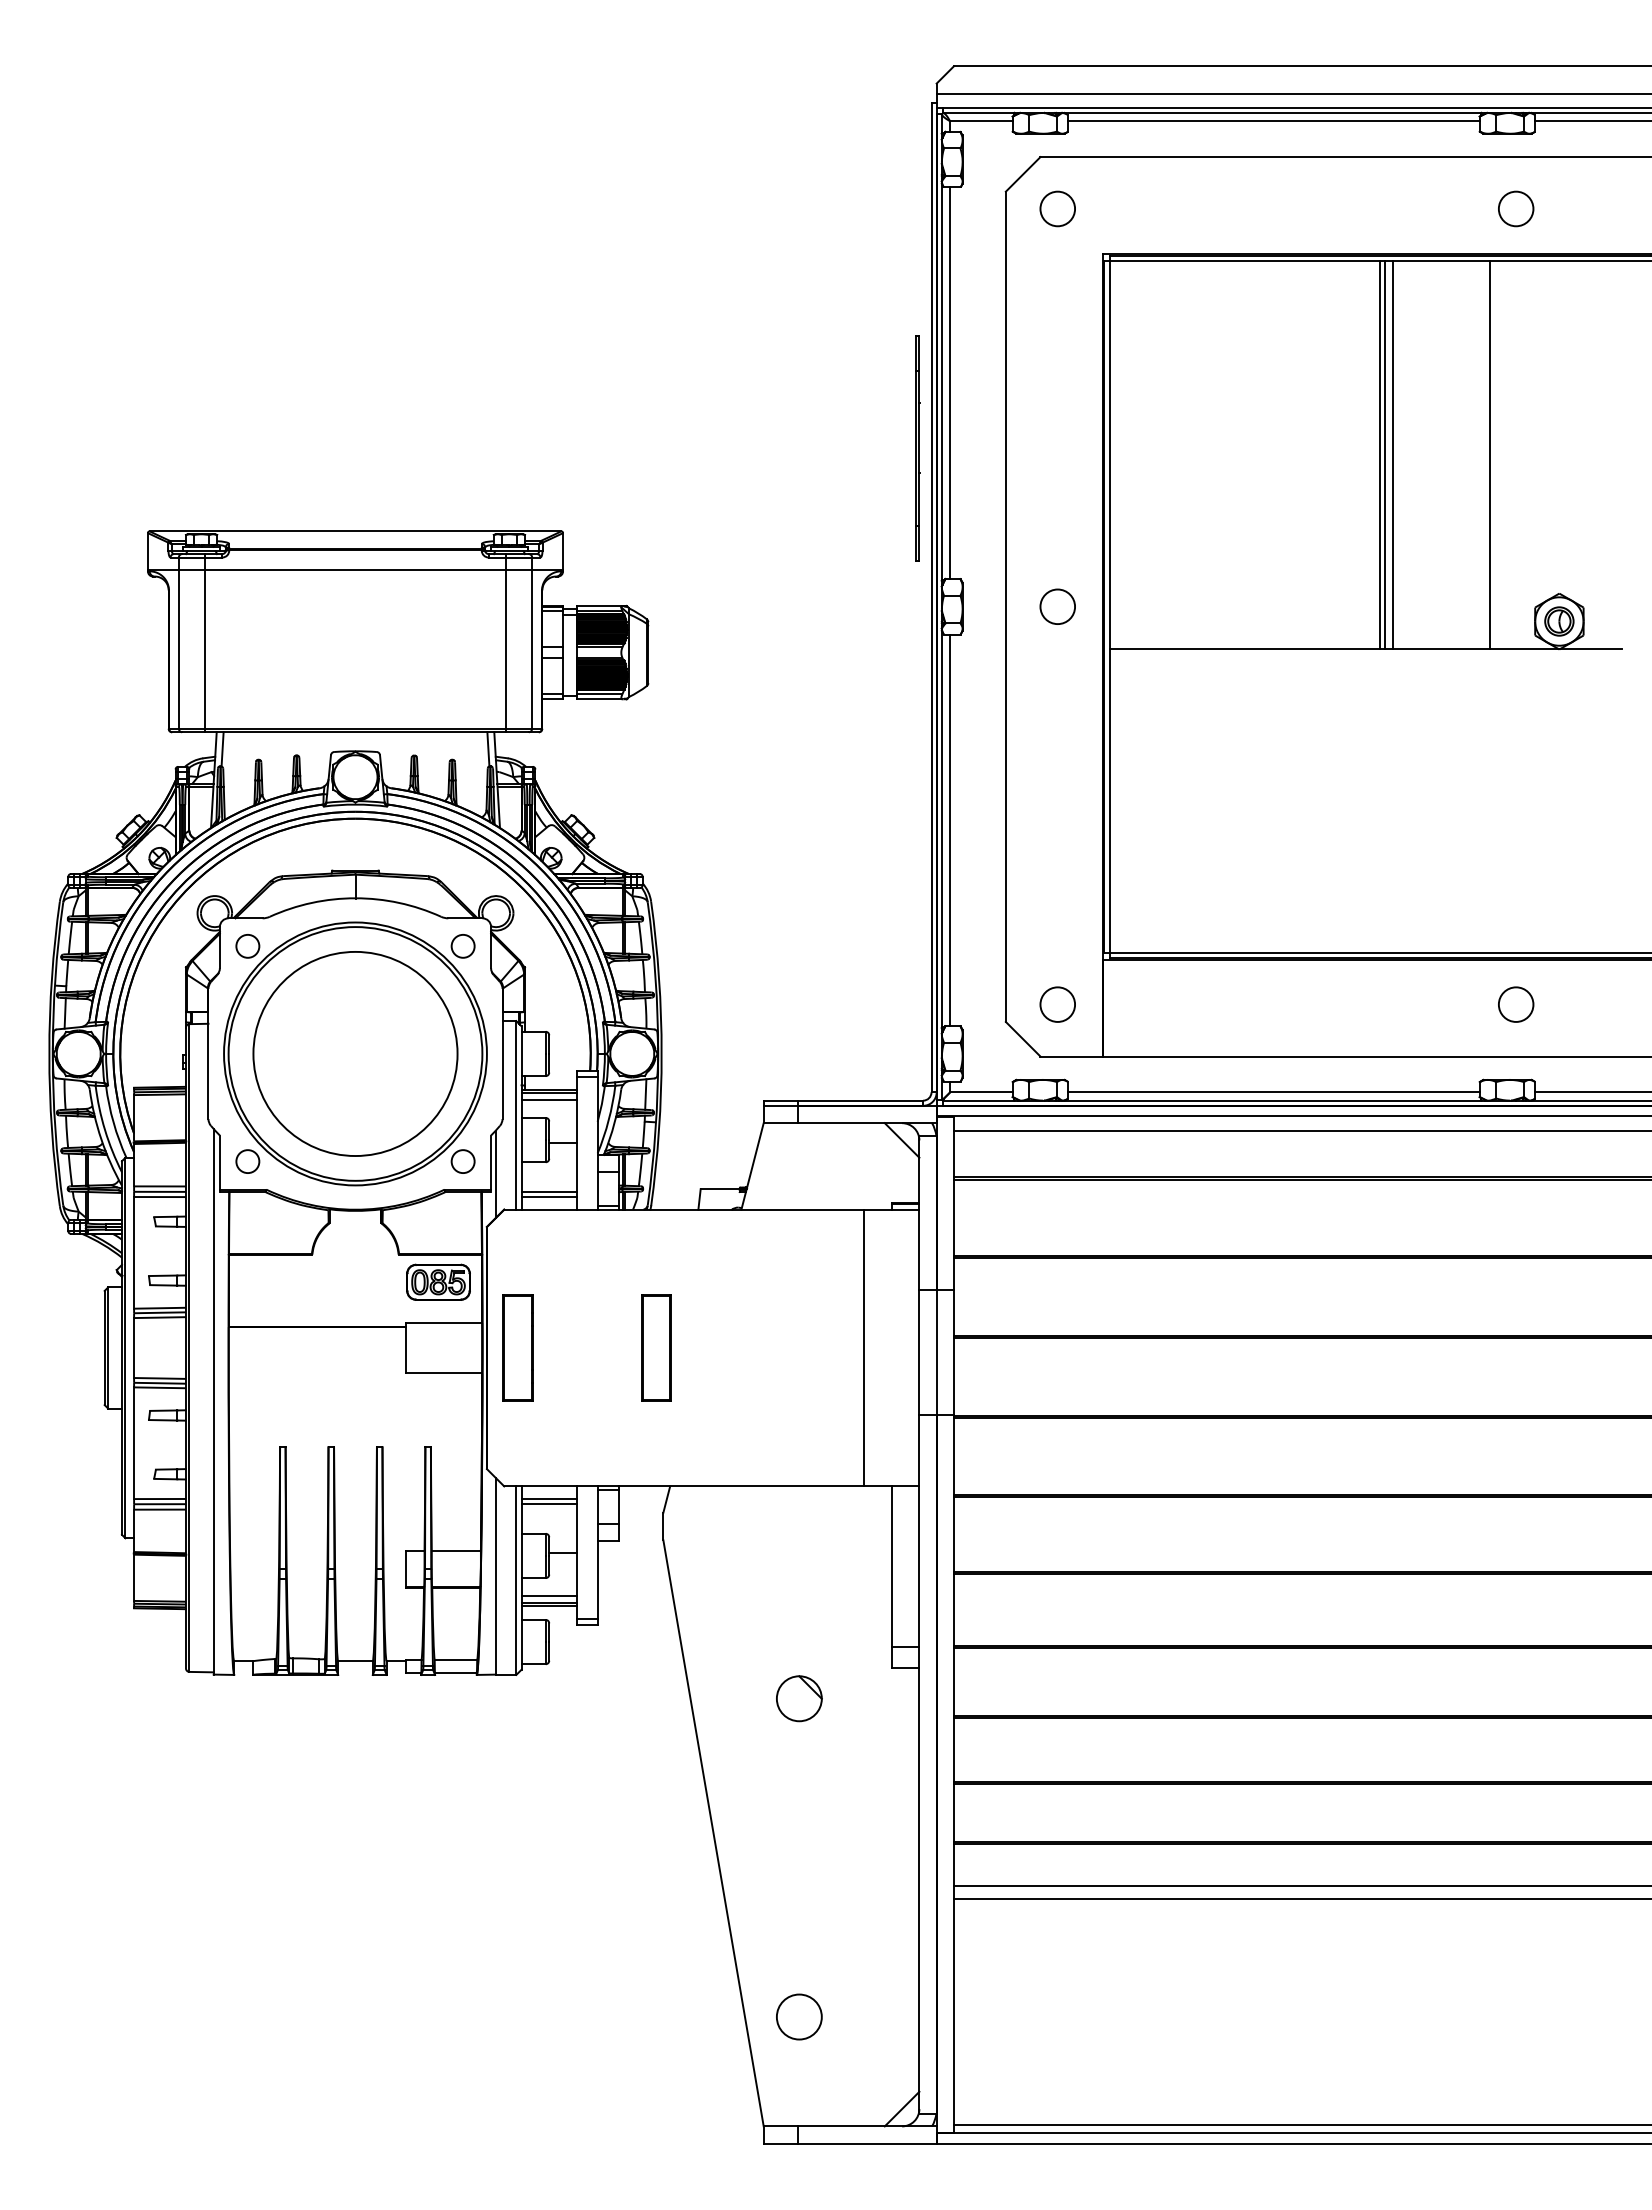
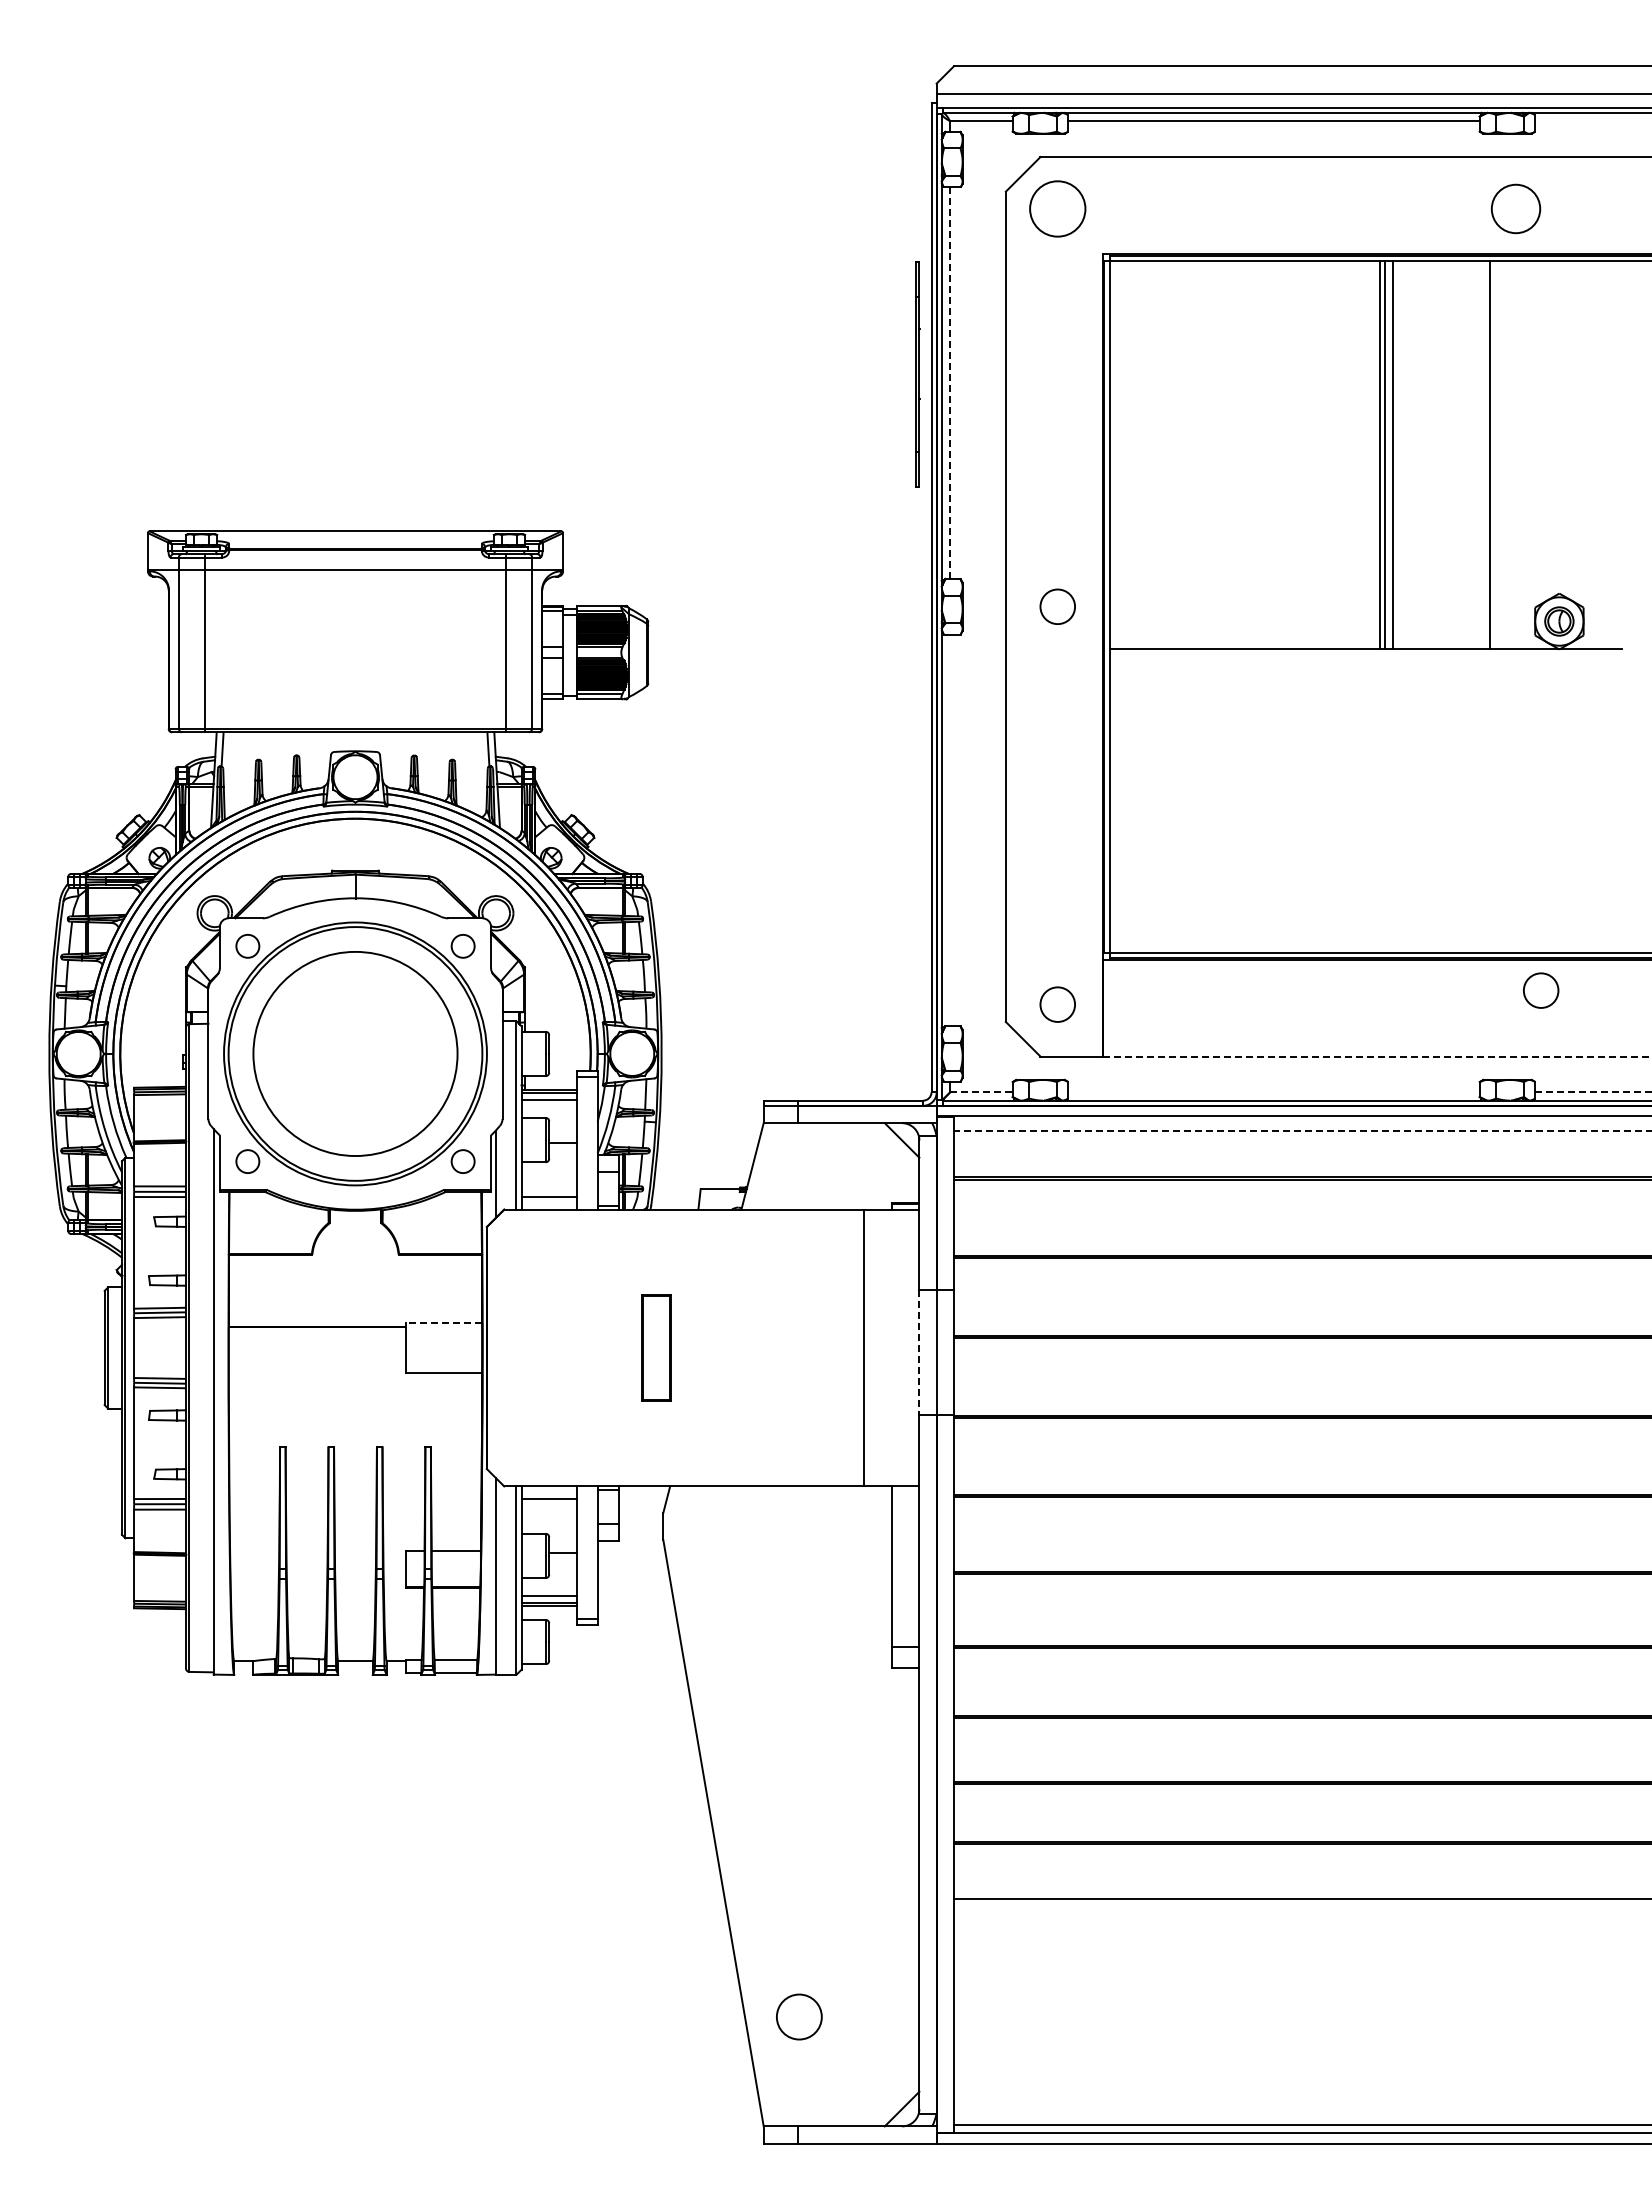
line at (1591, 121): present -> none
circle at (1057, 208) diameter: 35 px -> 55 px
circle at (1516, 208) size: 37x38 px -> 52x52 px
line at (950, 383): solid -> dashed
part at (917, 448) position: (917, 448) -> (917, 374)
line at (950, 830): present -> none
circle at (1516, 1004) position: (1516, 1004) -> (1541, 990)
line at (1377, 1056): solid -> dashed
line at (981, 1092): solid -> dashed
line at (1273, 1092): present -> none
line at (1593, 1092): solid -> dashed
line at (1302, 1131): solid -> dashed
line at (548, 1191): present -> none
part at (438, 1281): present -> none
line at (443, 1322): solid -> dashed
part at (517, 1347): present -> none
line at (919, 1352): solid -> dashed
line at (548, 1504): present -> none
part at (799, 1698): present -> none
line at (1300, 1886): present -> none
